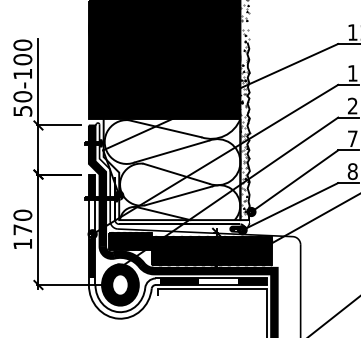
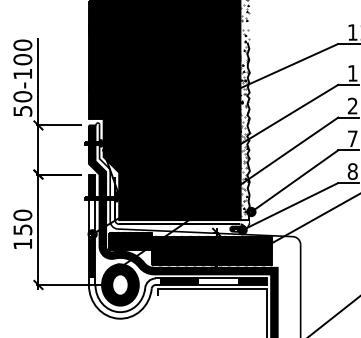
fill at (171, 169): none -> present
text at (22, 229): 170 -> 150
